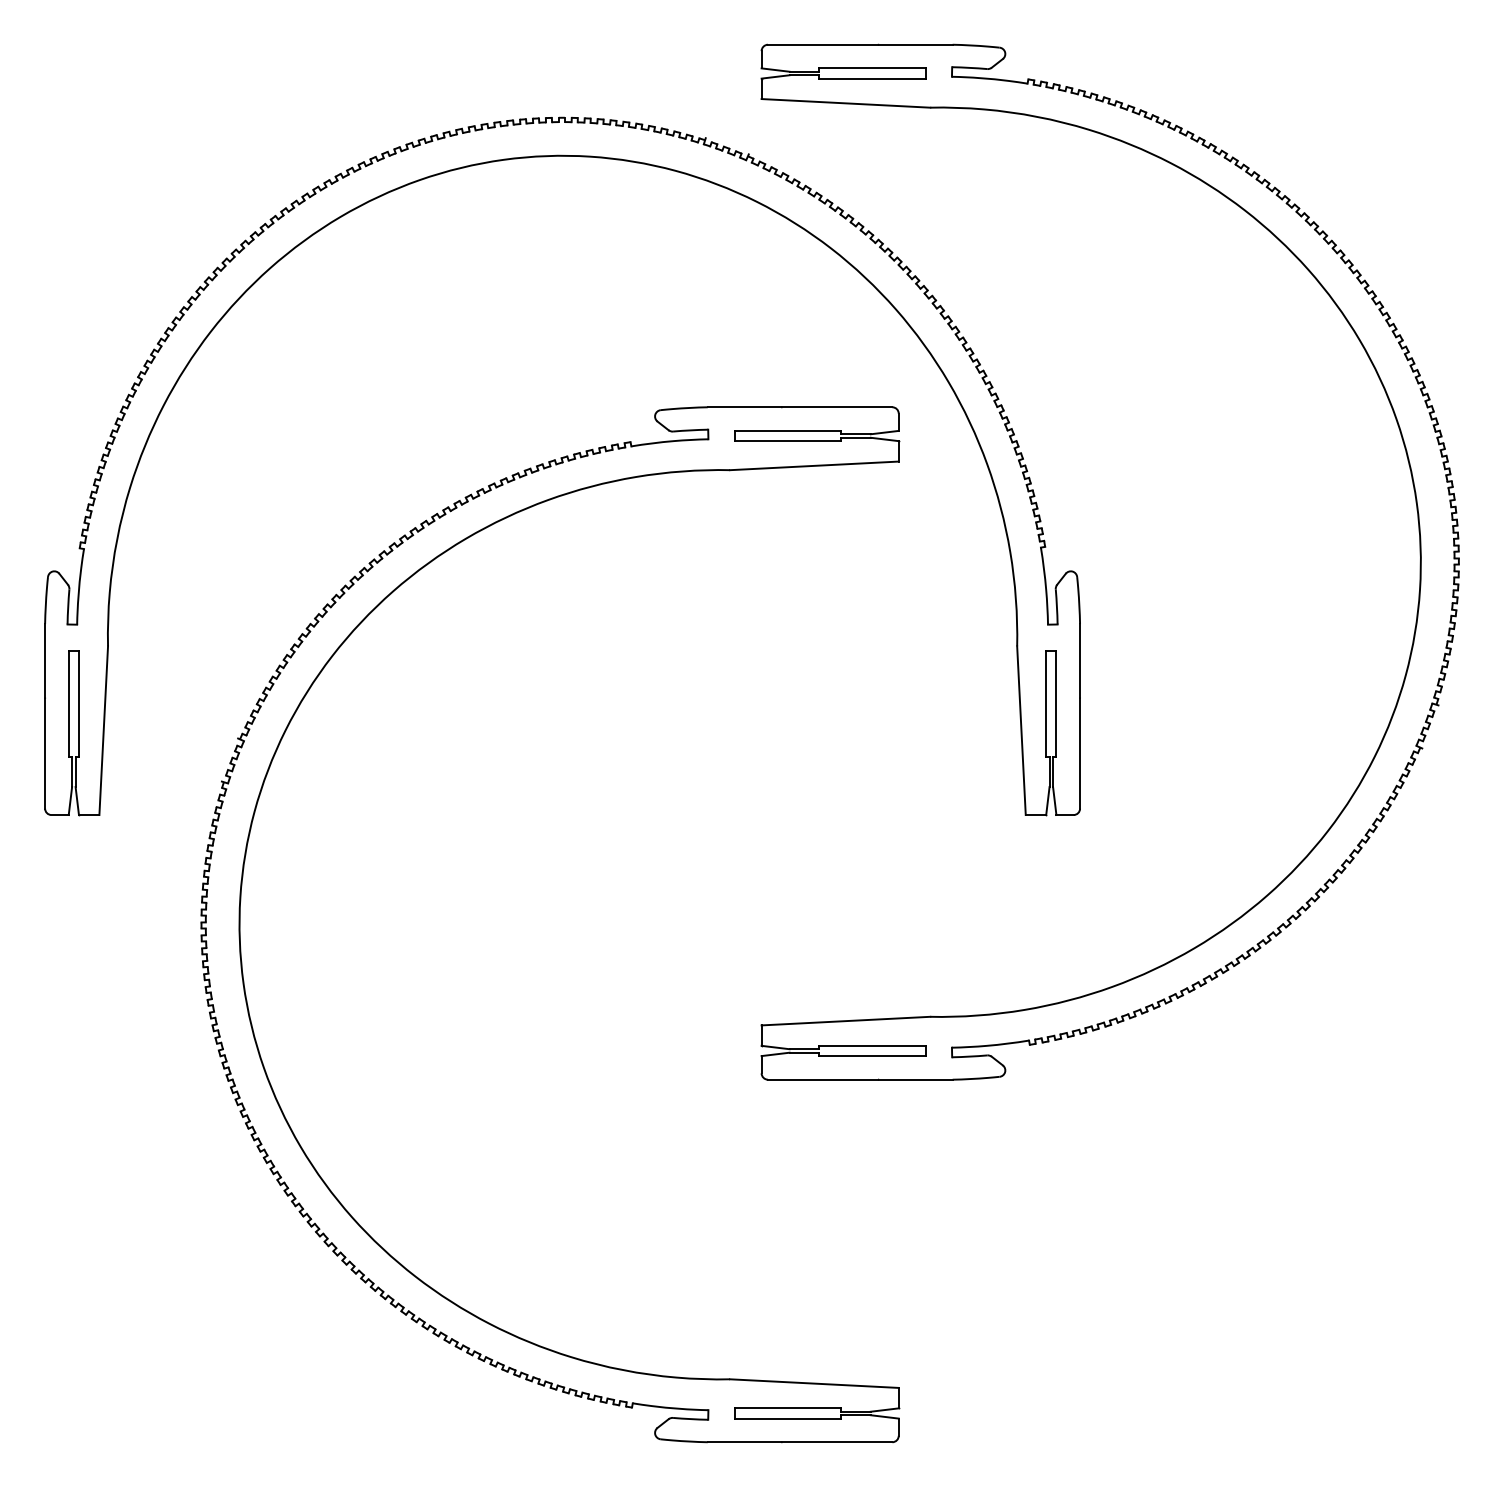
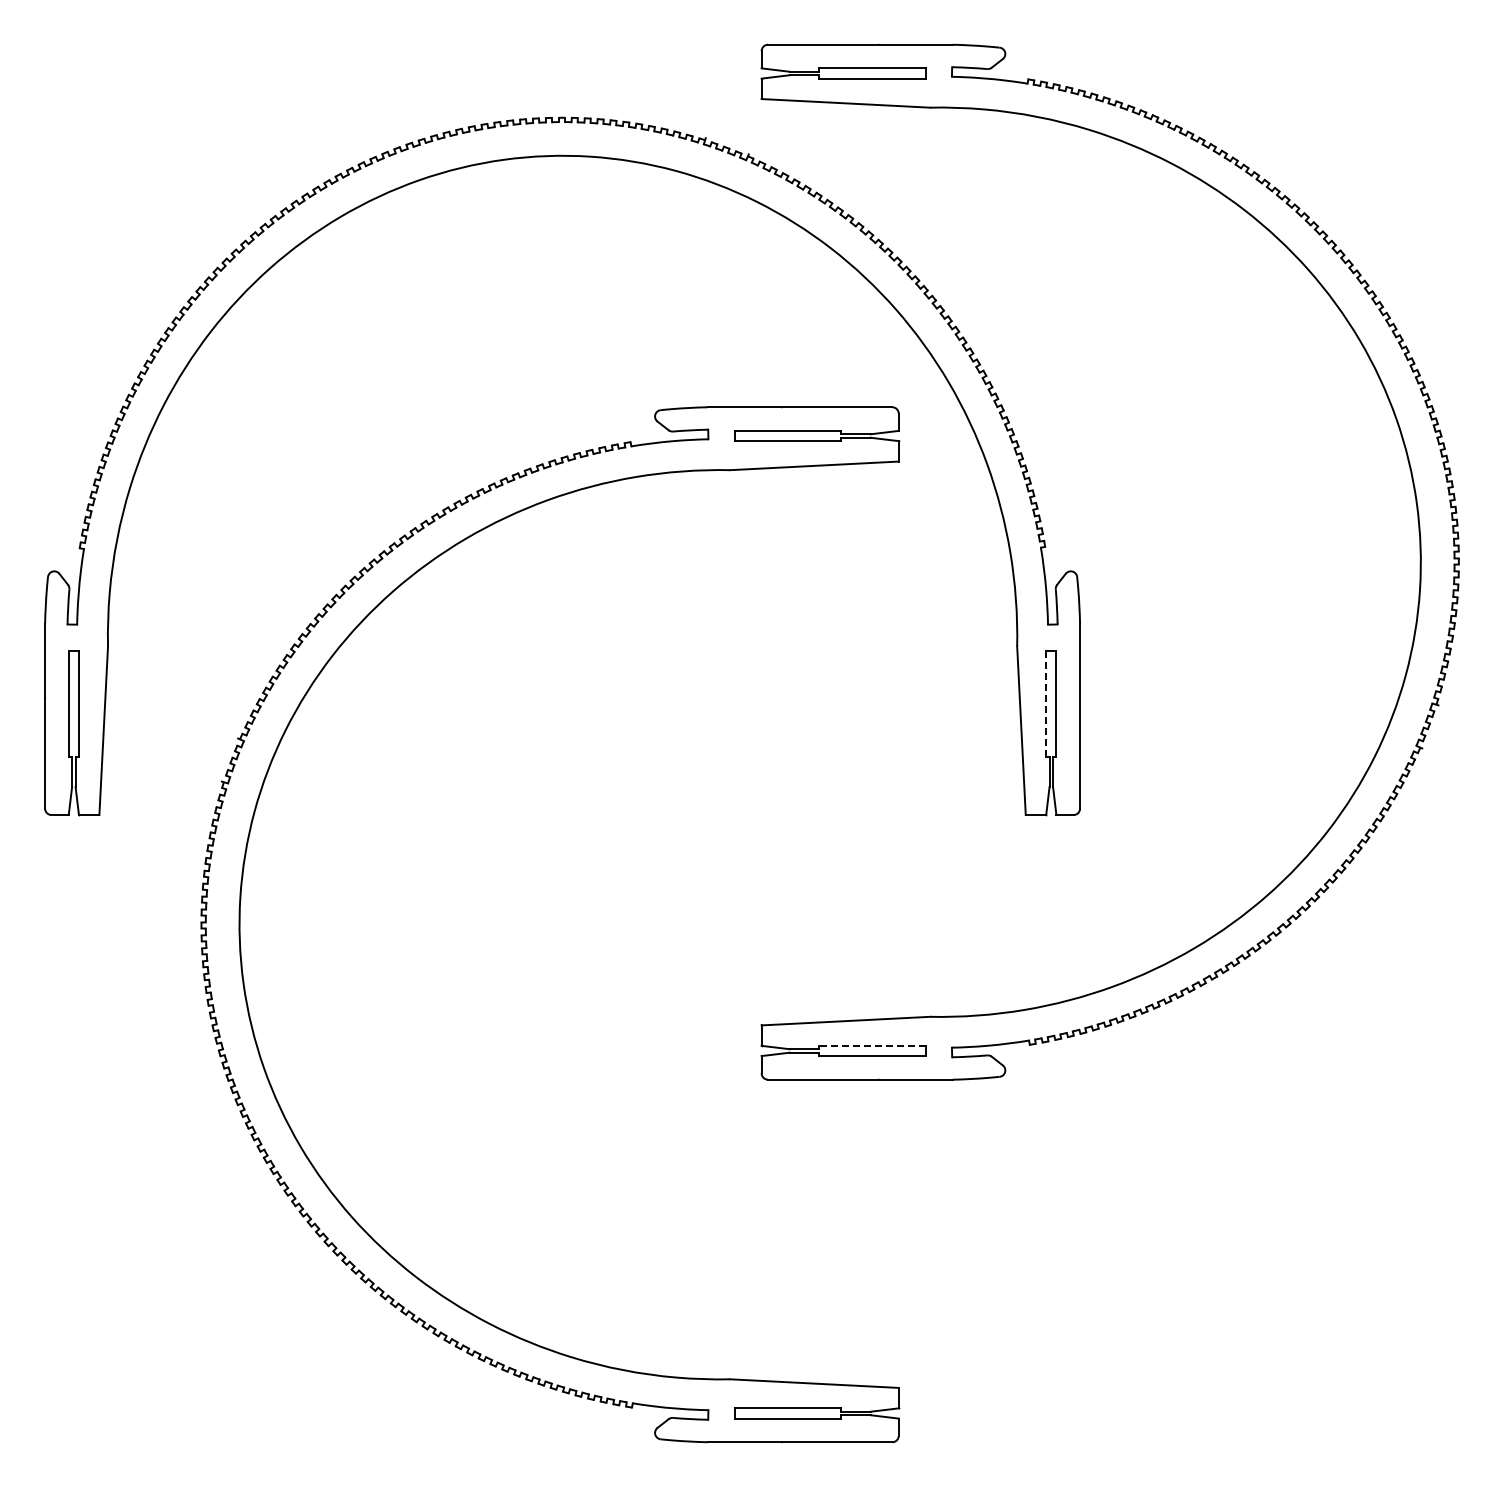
line at (1046, 704): solid -> dashed
line at (871, 1045): solid -> dashed
